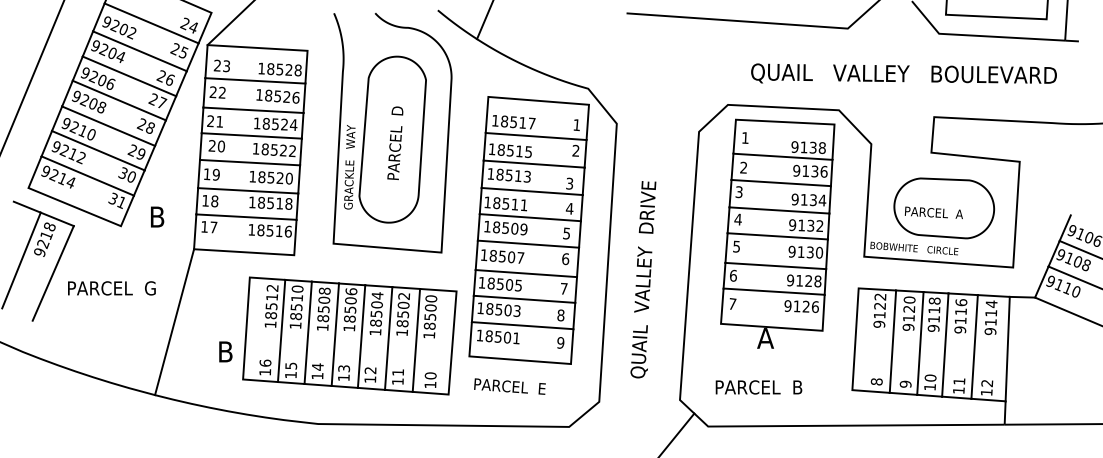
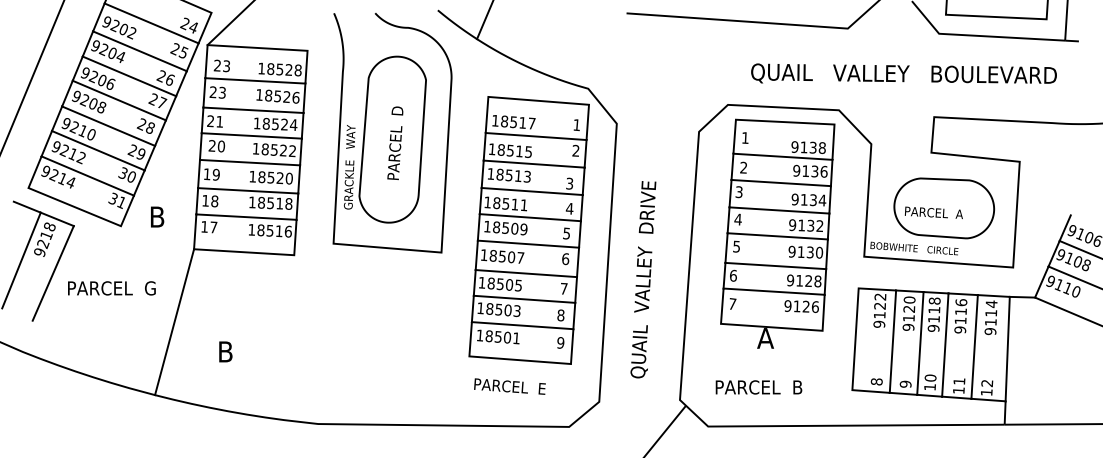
text at (221, 92): 22 -> 23
part at (349, 335): present -> none
line at (677, 433) position: (677, 433) -> (665, 430)
